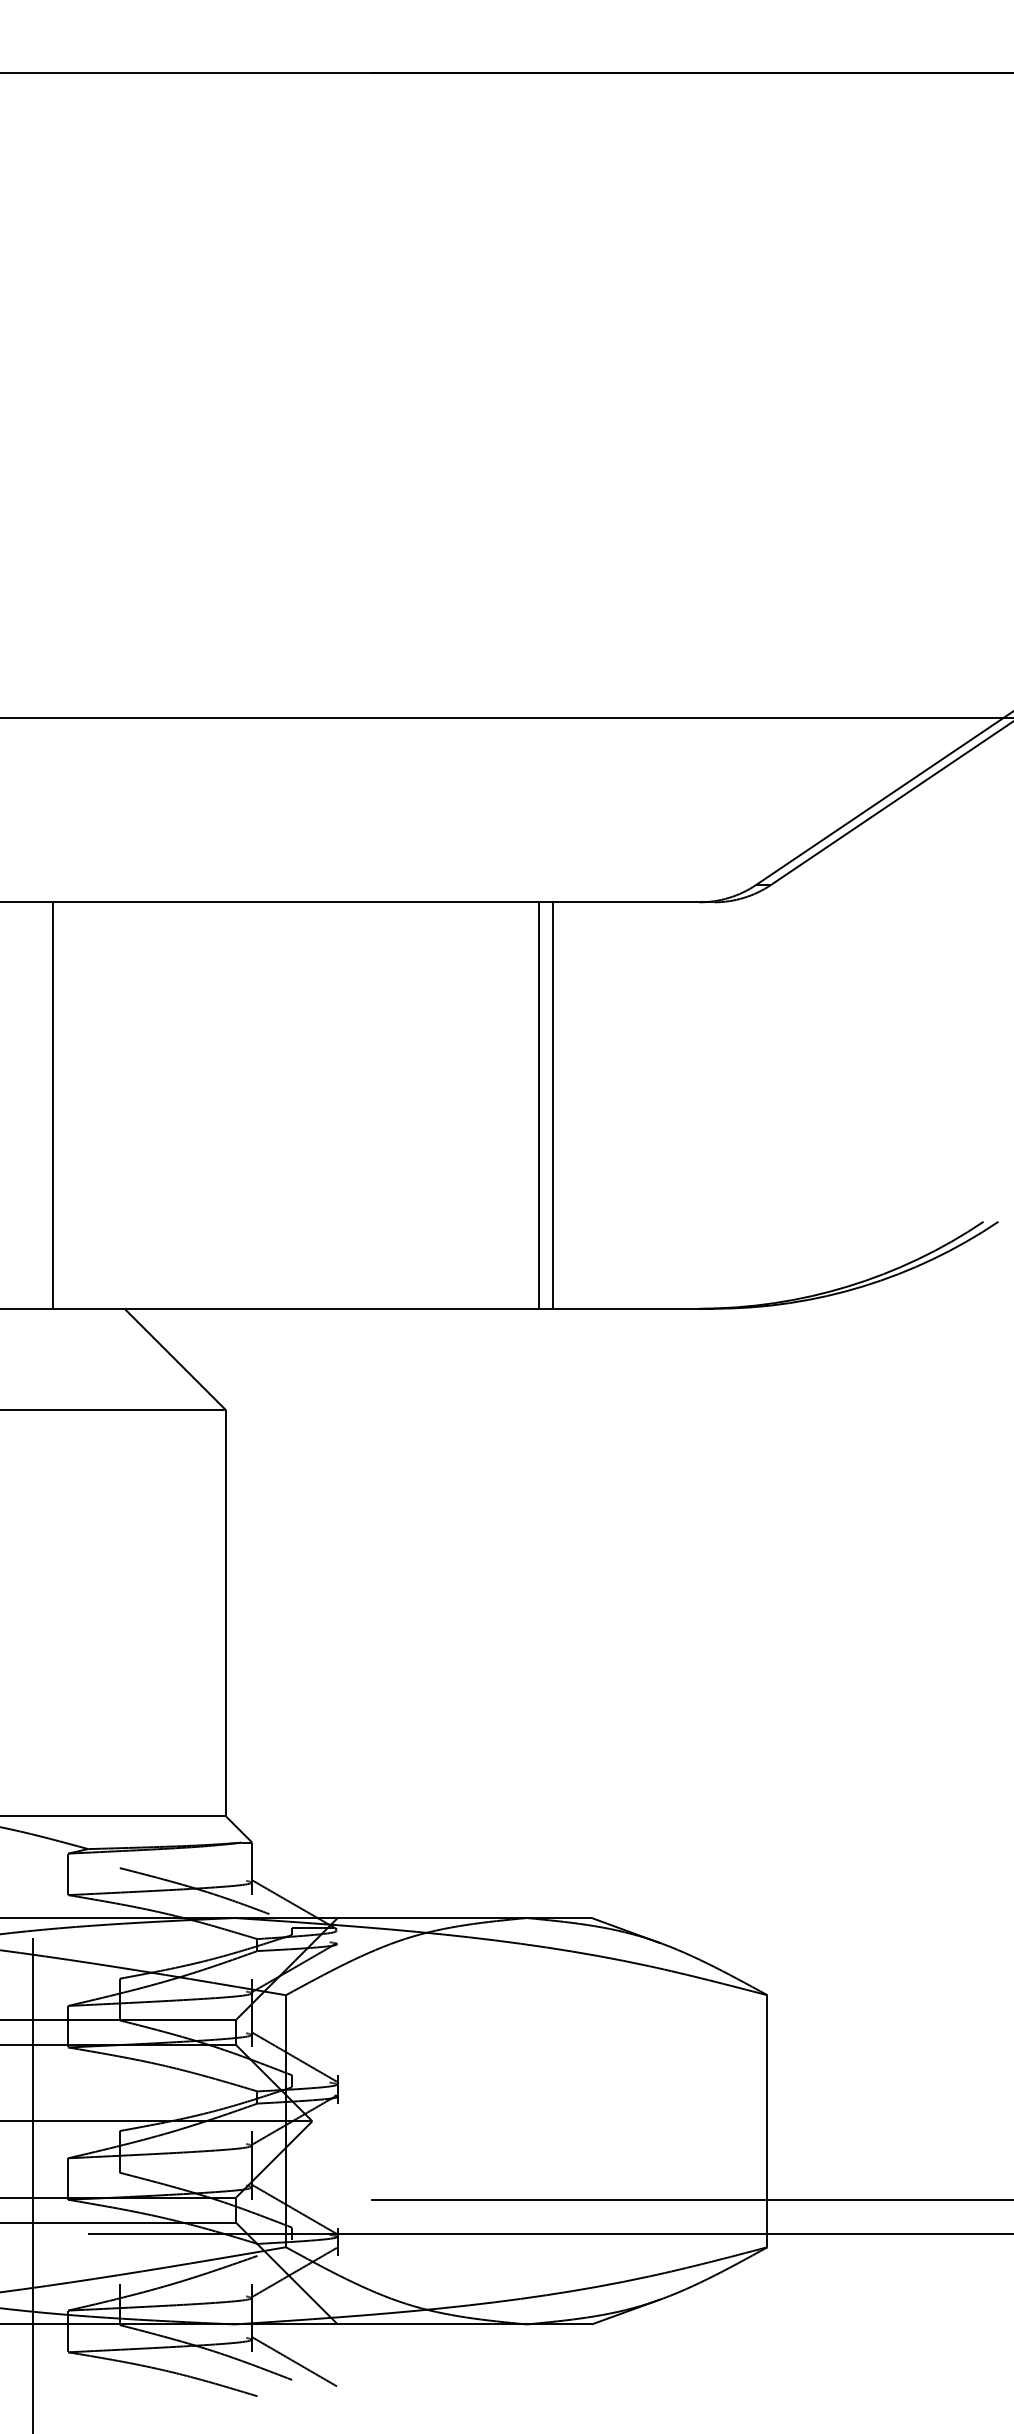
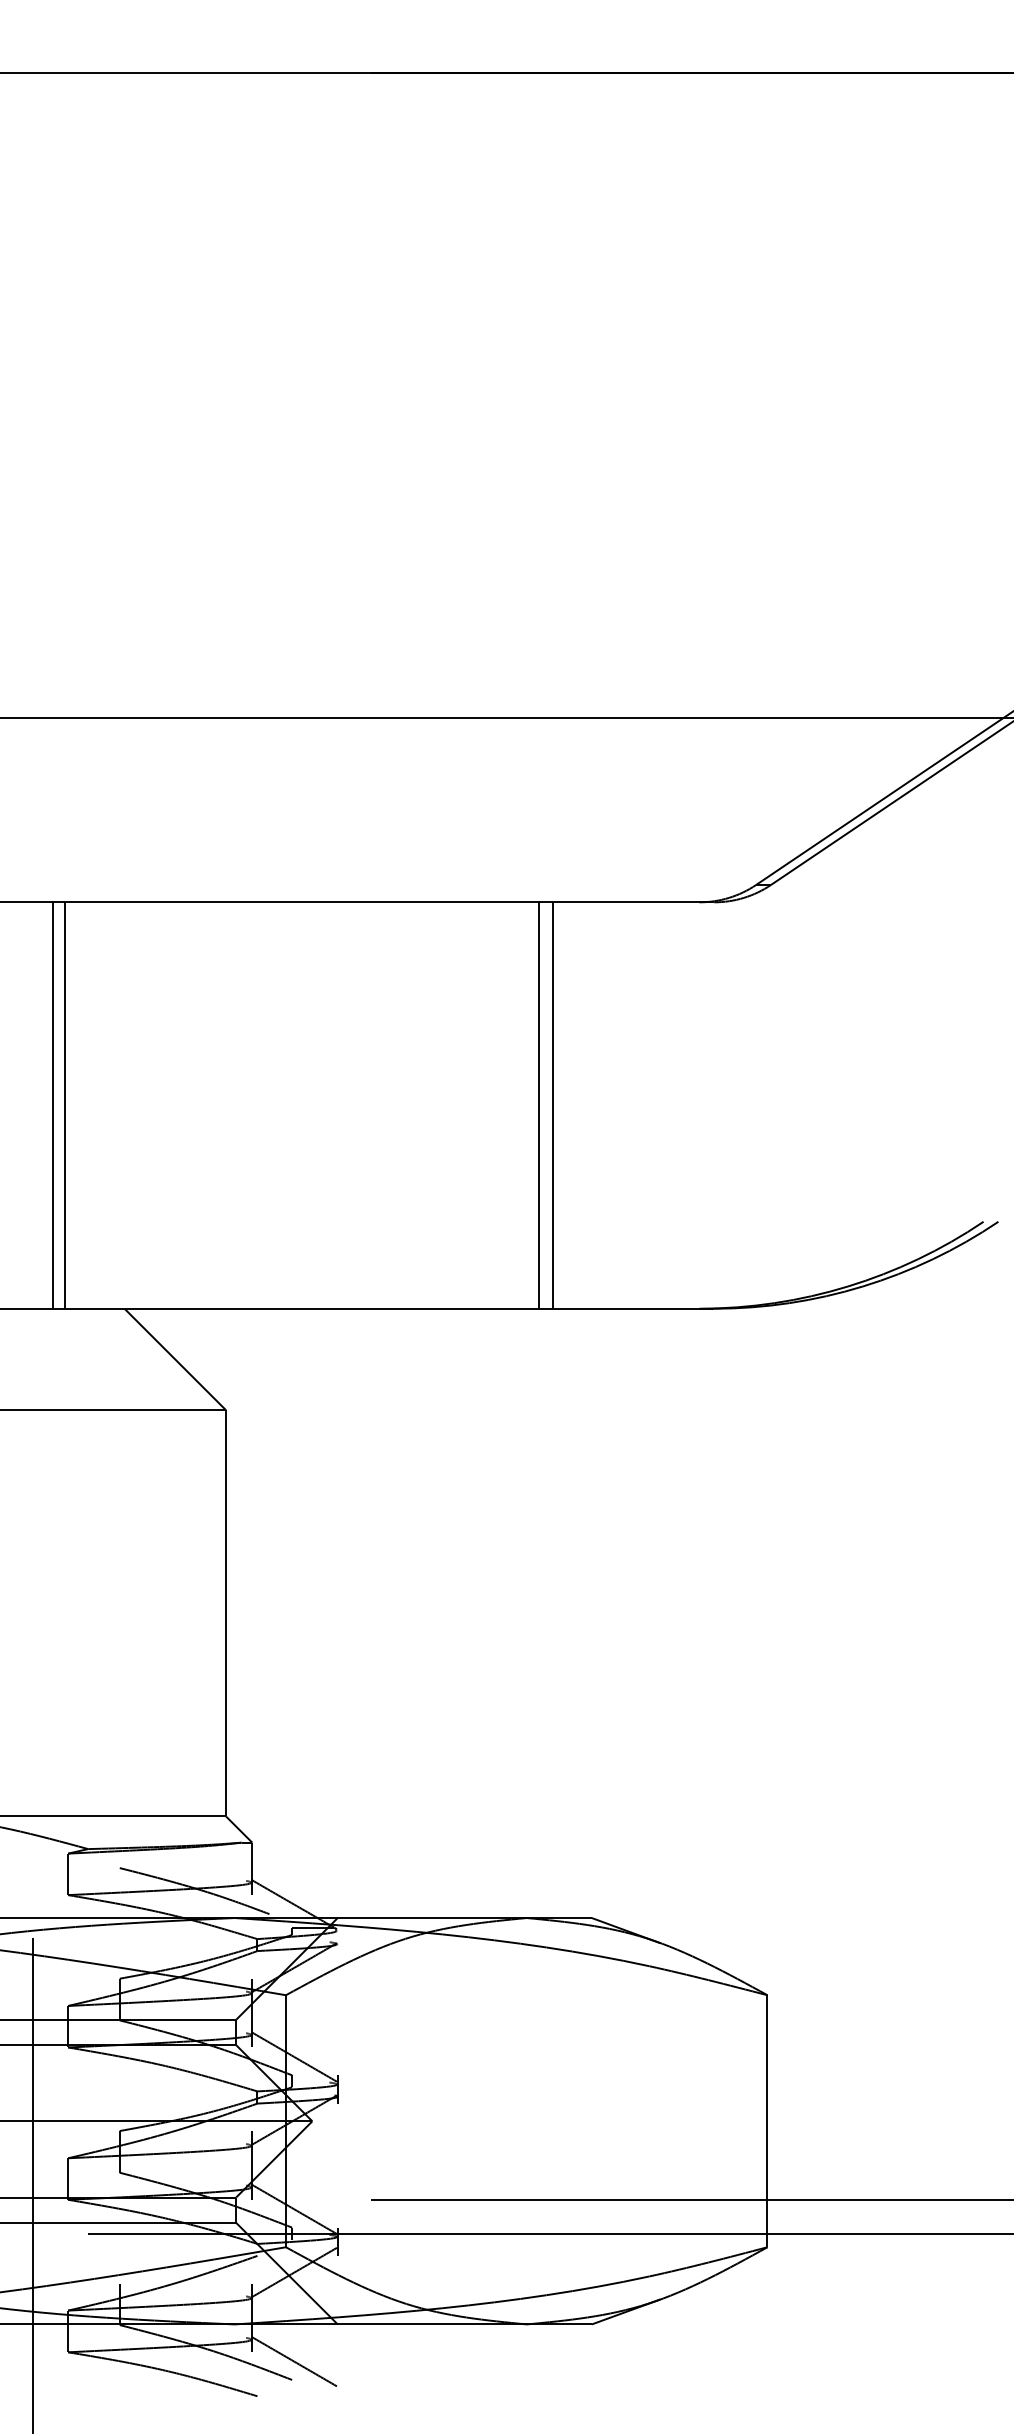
line at (64, 1105): none -> present
